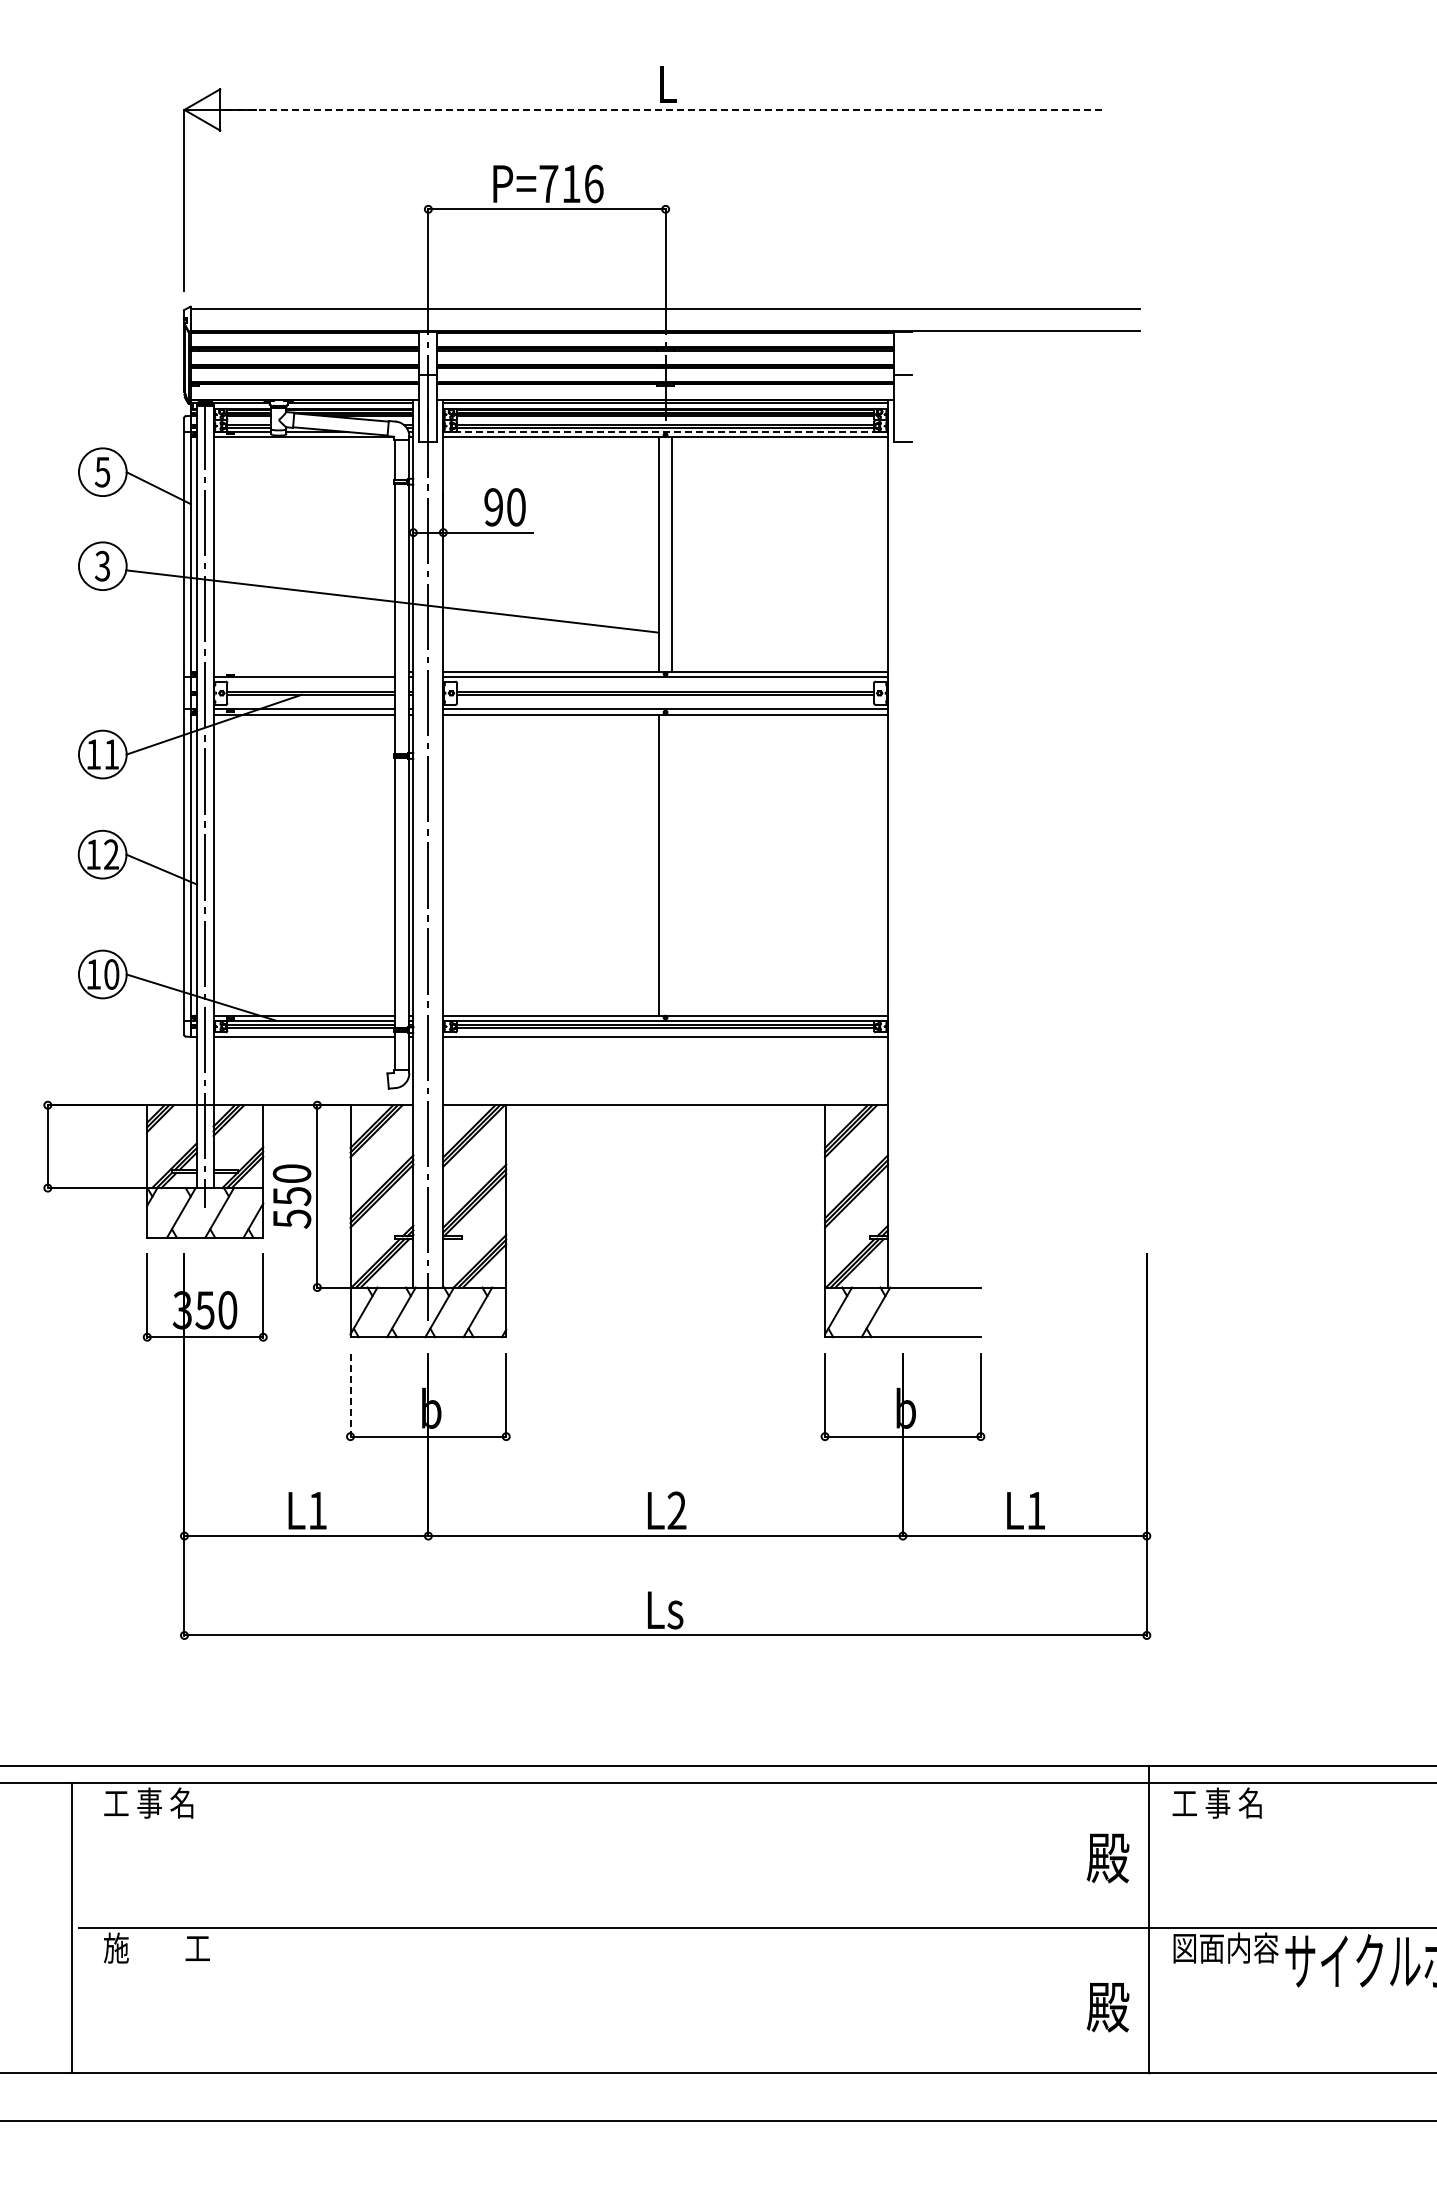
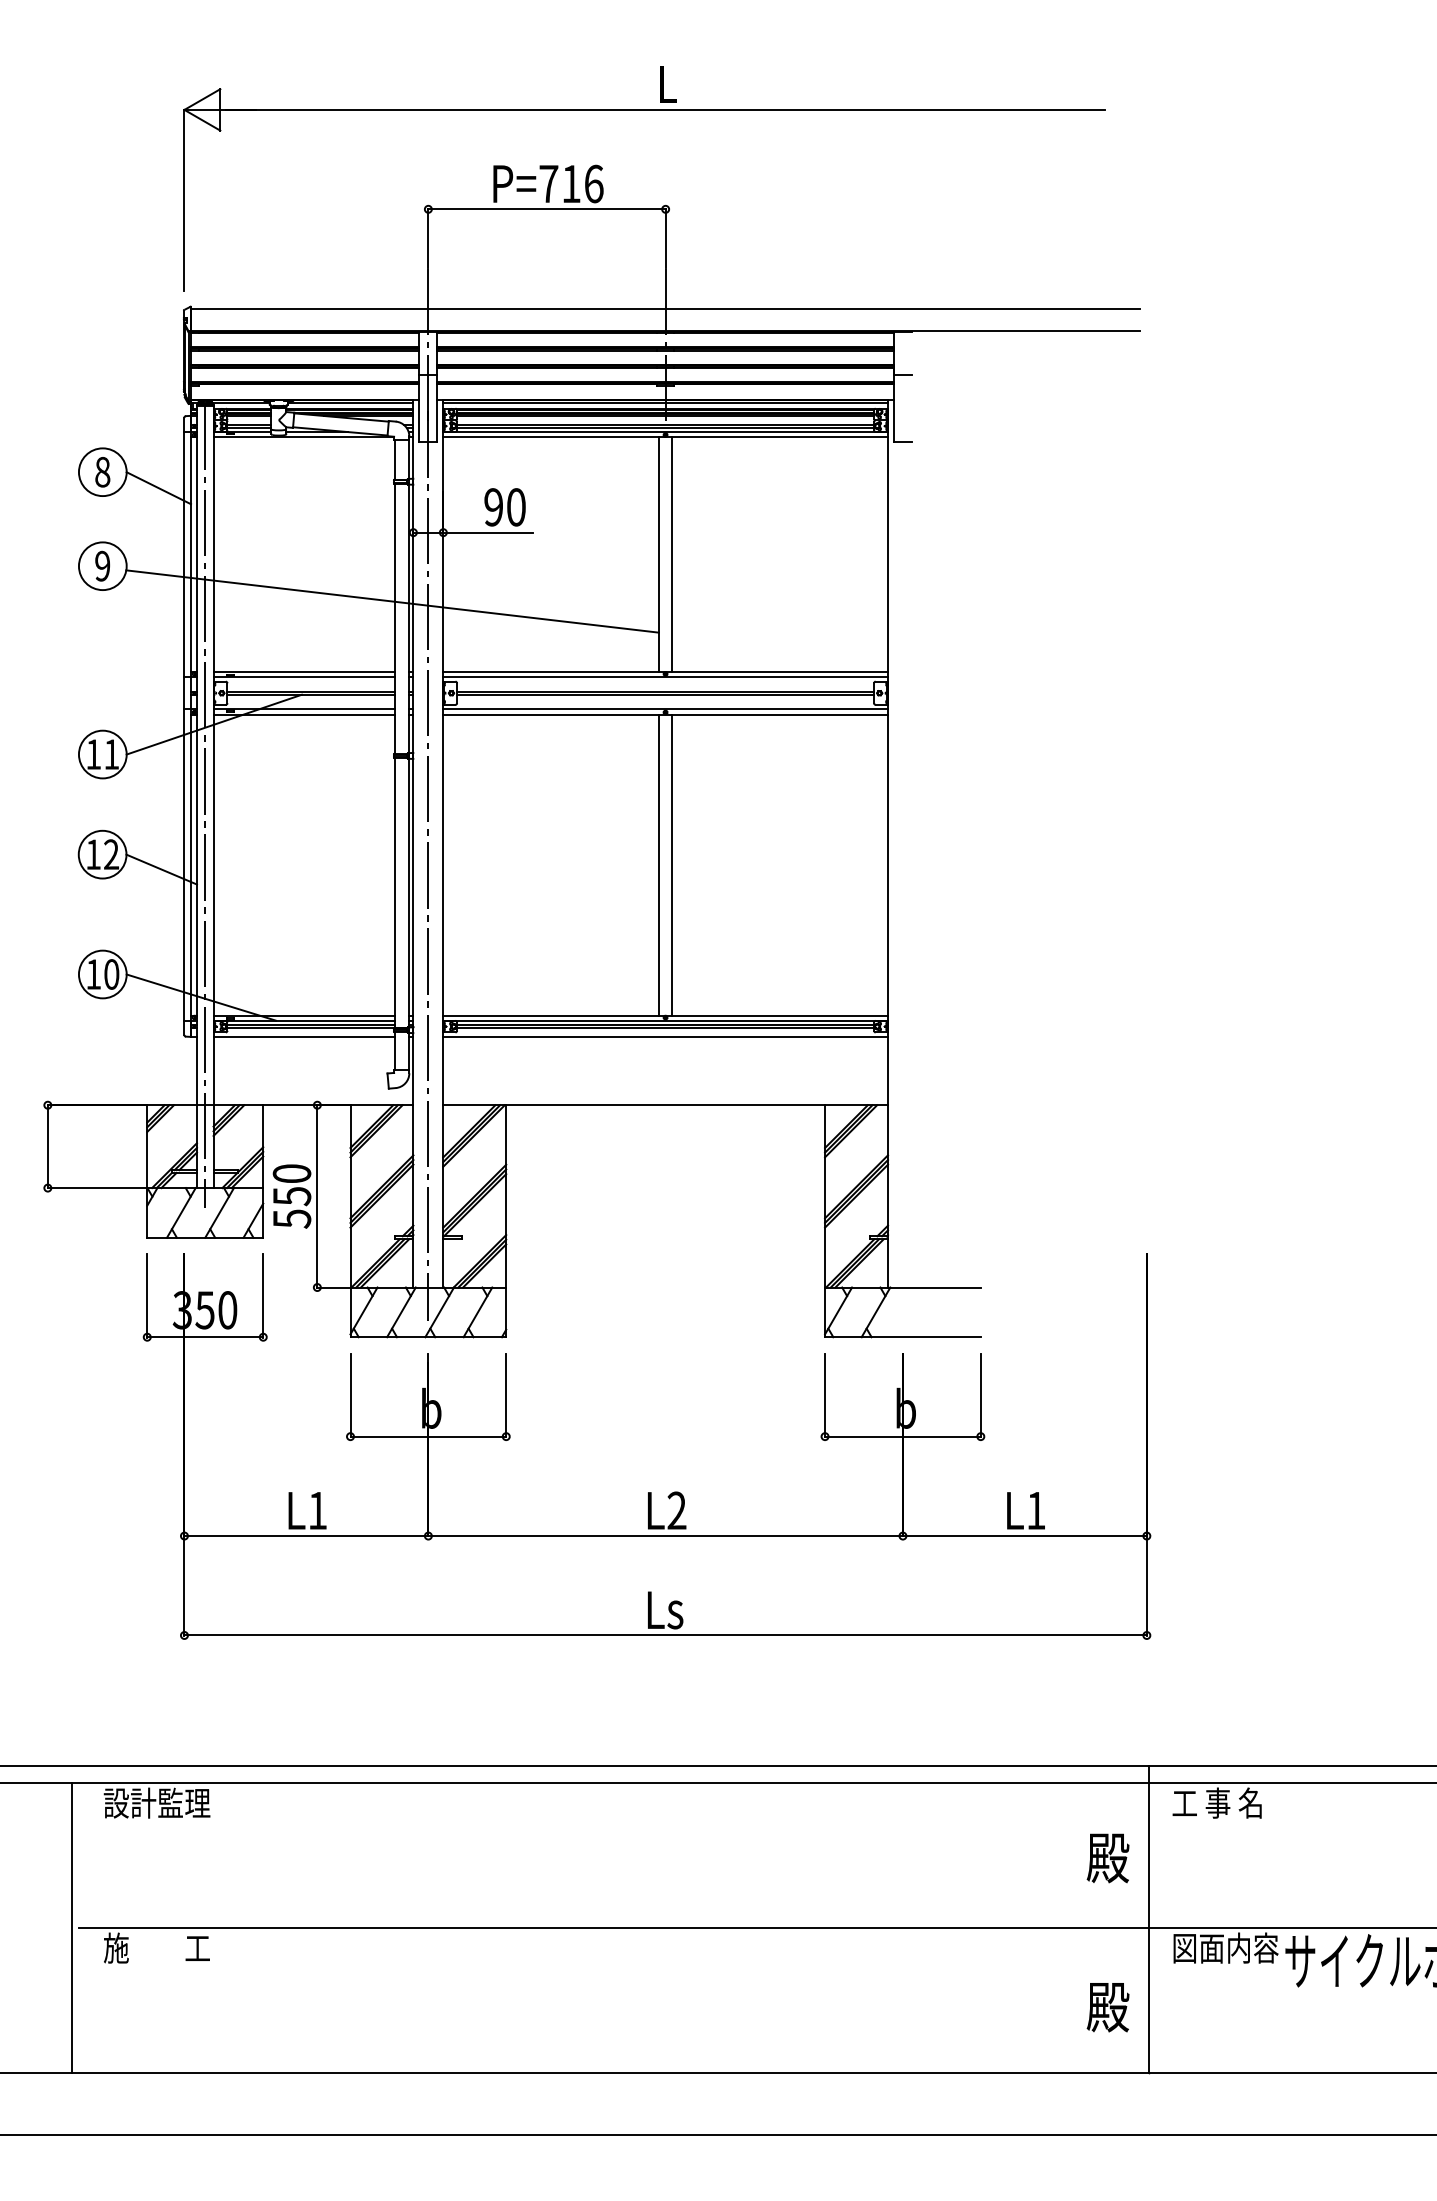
line at (665, 109): dashed -> solid
line at (666, 432): dashed -> solid
text at (102, 472): 5 -> 8
text at (102, 566): 3 -> 9
line at (303, 671): none -> present
line at (672, 864): none -> present
line at (350, 1395): dashed -> solid
text at (156, 1802): 工 事 名 -> 設計監理
line at (717, 2120) position: (717, 2120) -> (717, 2134)
